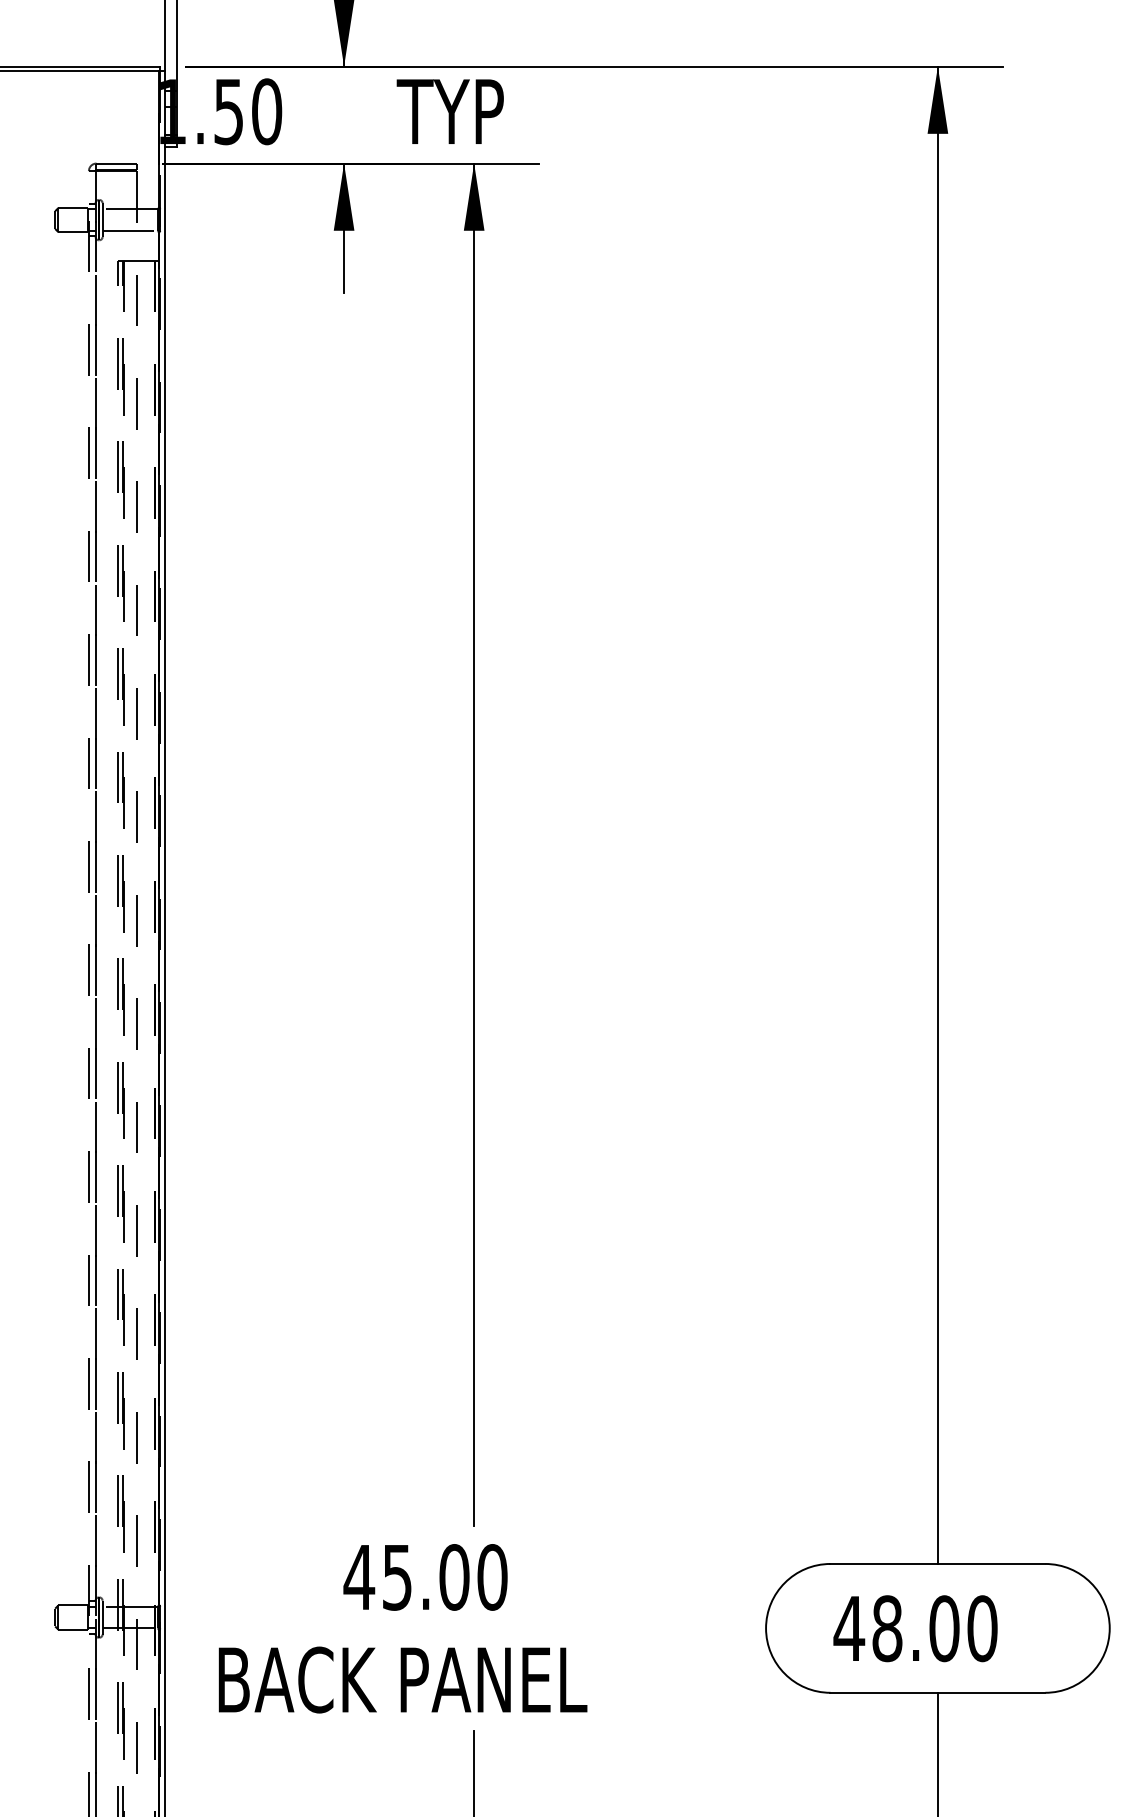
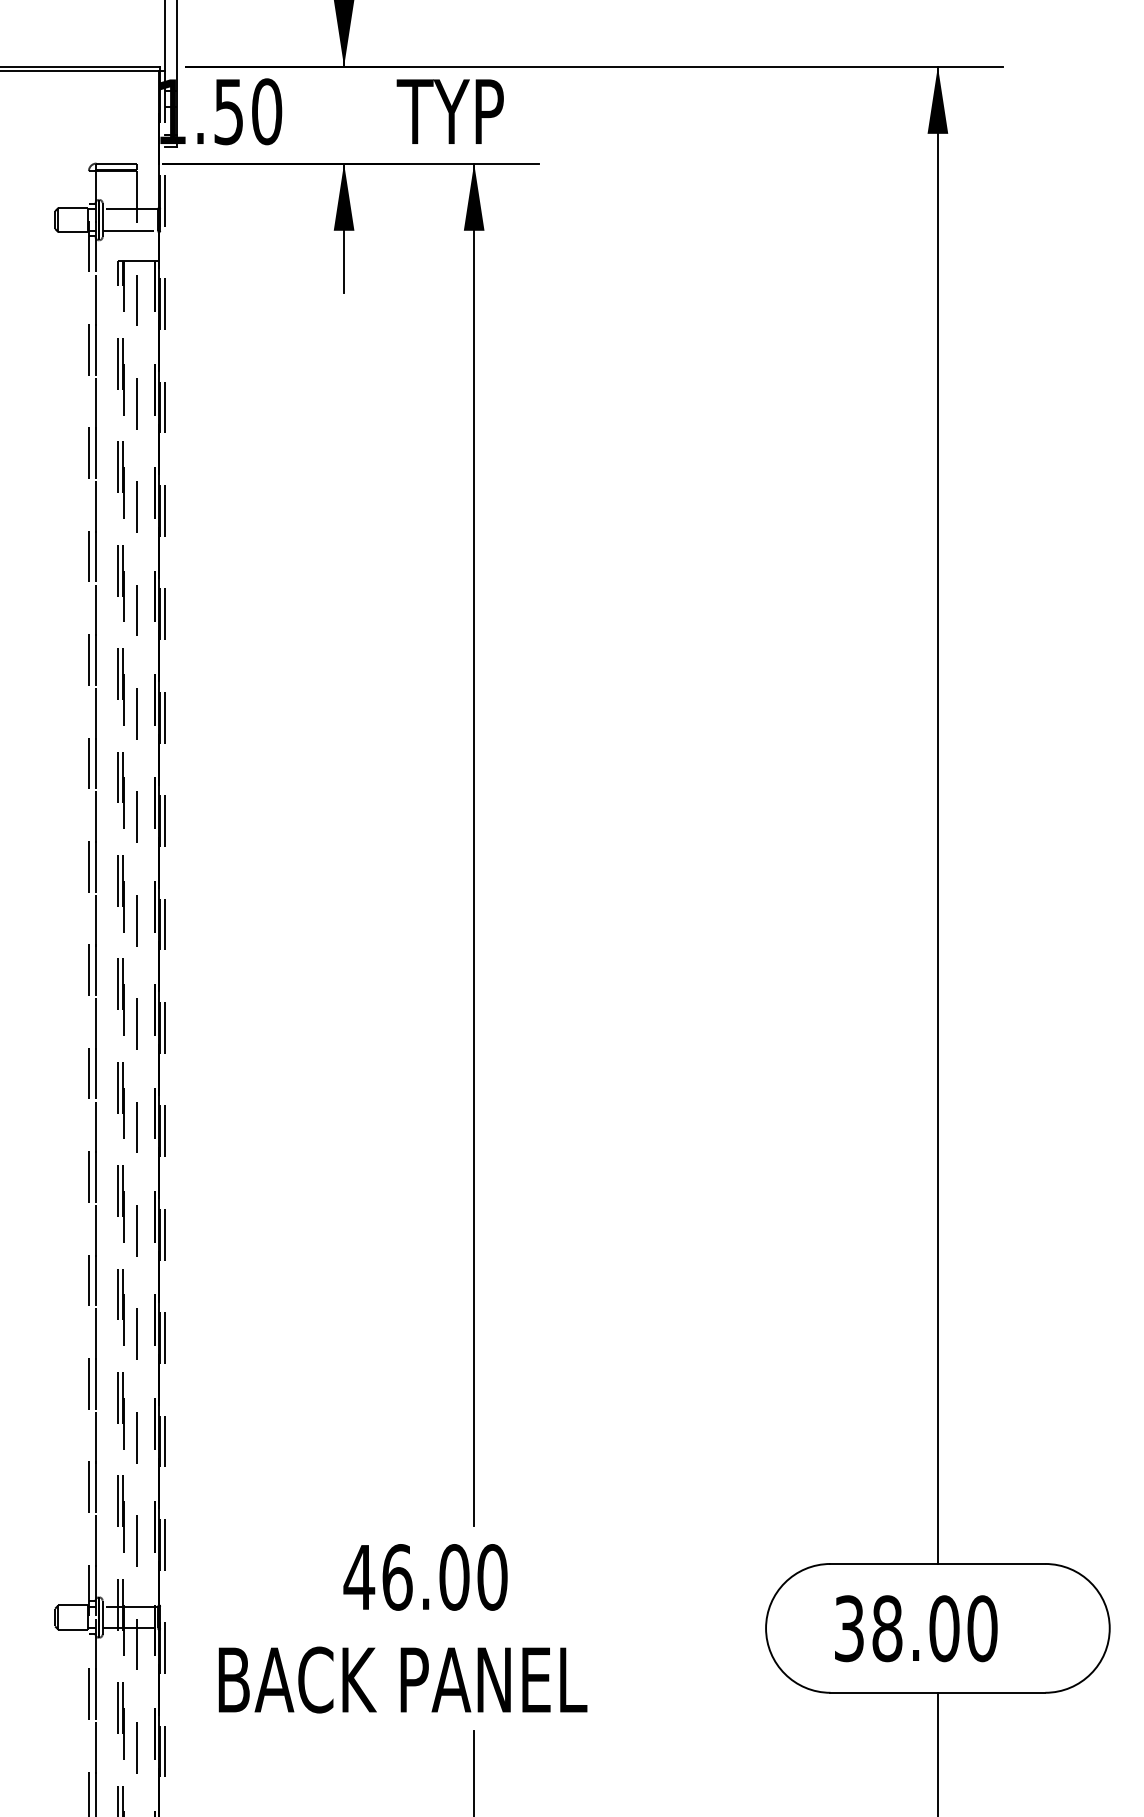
line at (165, 944): solid -> dashed
text at (397, 1577): 45.00 -> 46.00
text at (849, 1628): 48.00 -> 38.00
